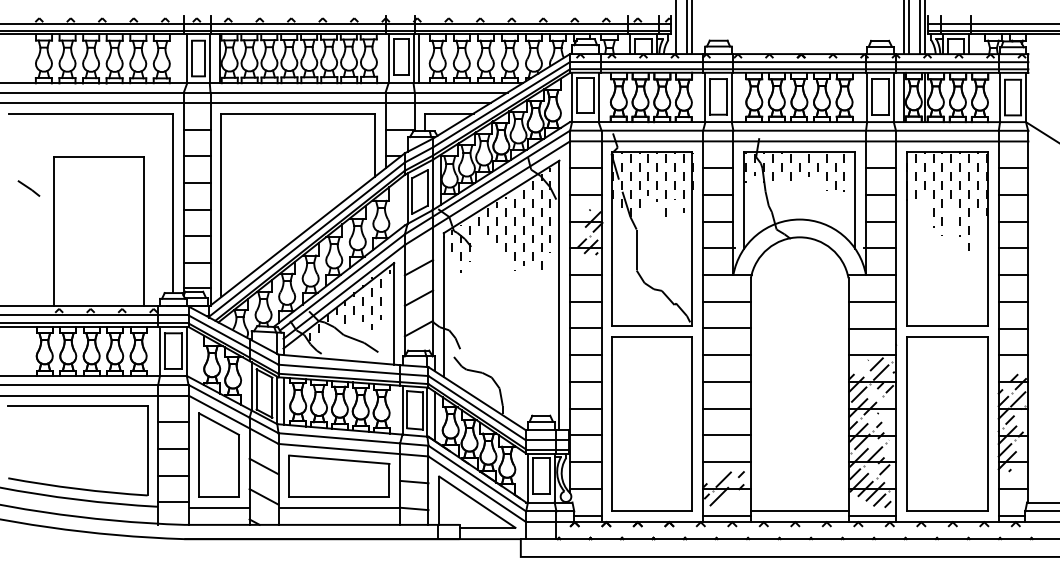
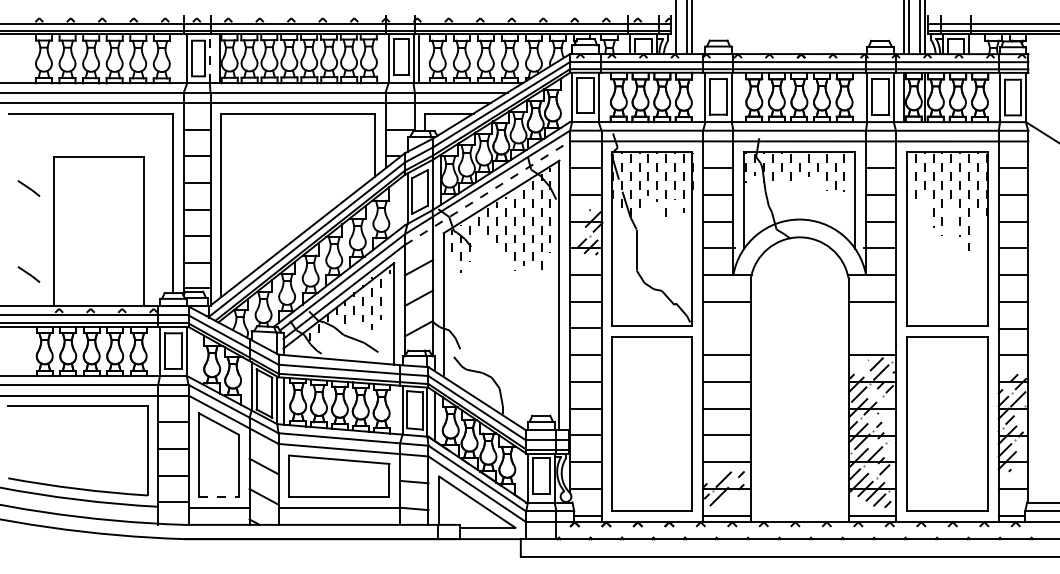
line at (209, 58): solid -> dashed
line at (487, 193): solid -> dashed
line at (28, 274): none -> present
line at (726, 328): present -> none
line at (872, 328): present -> none
line at (219, 497): solid -> dashed
line at (799, 511): present -> none
